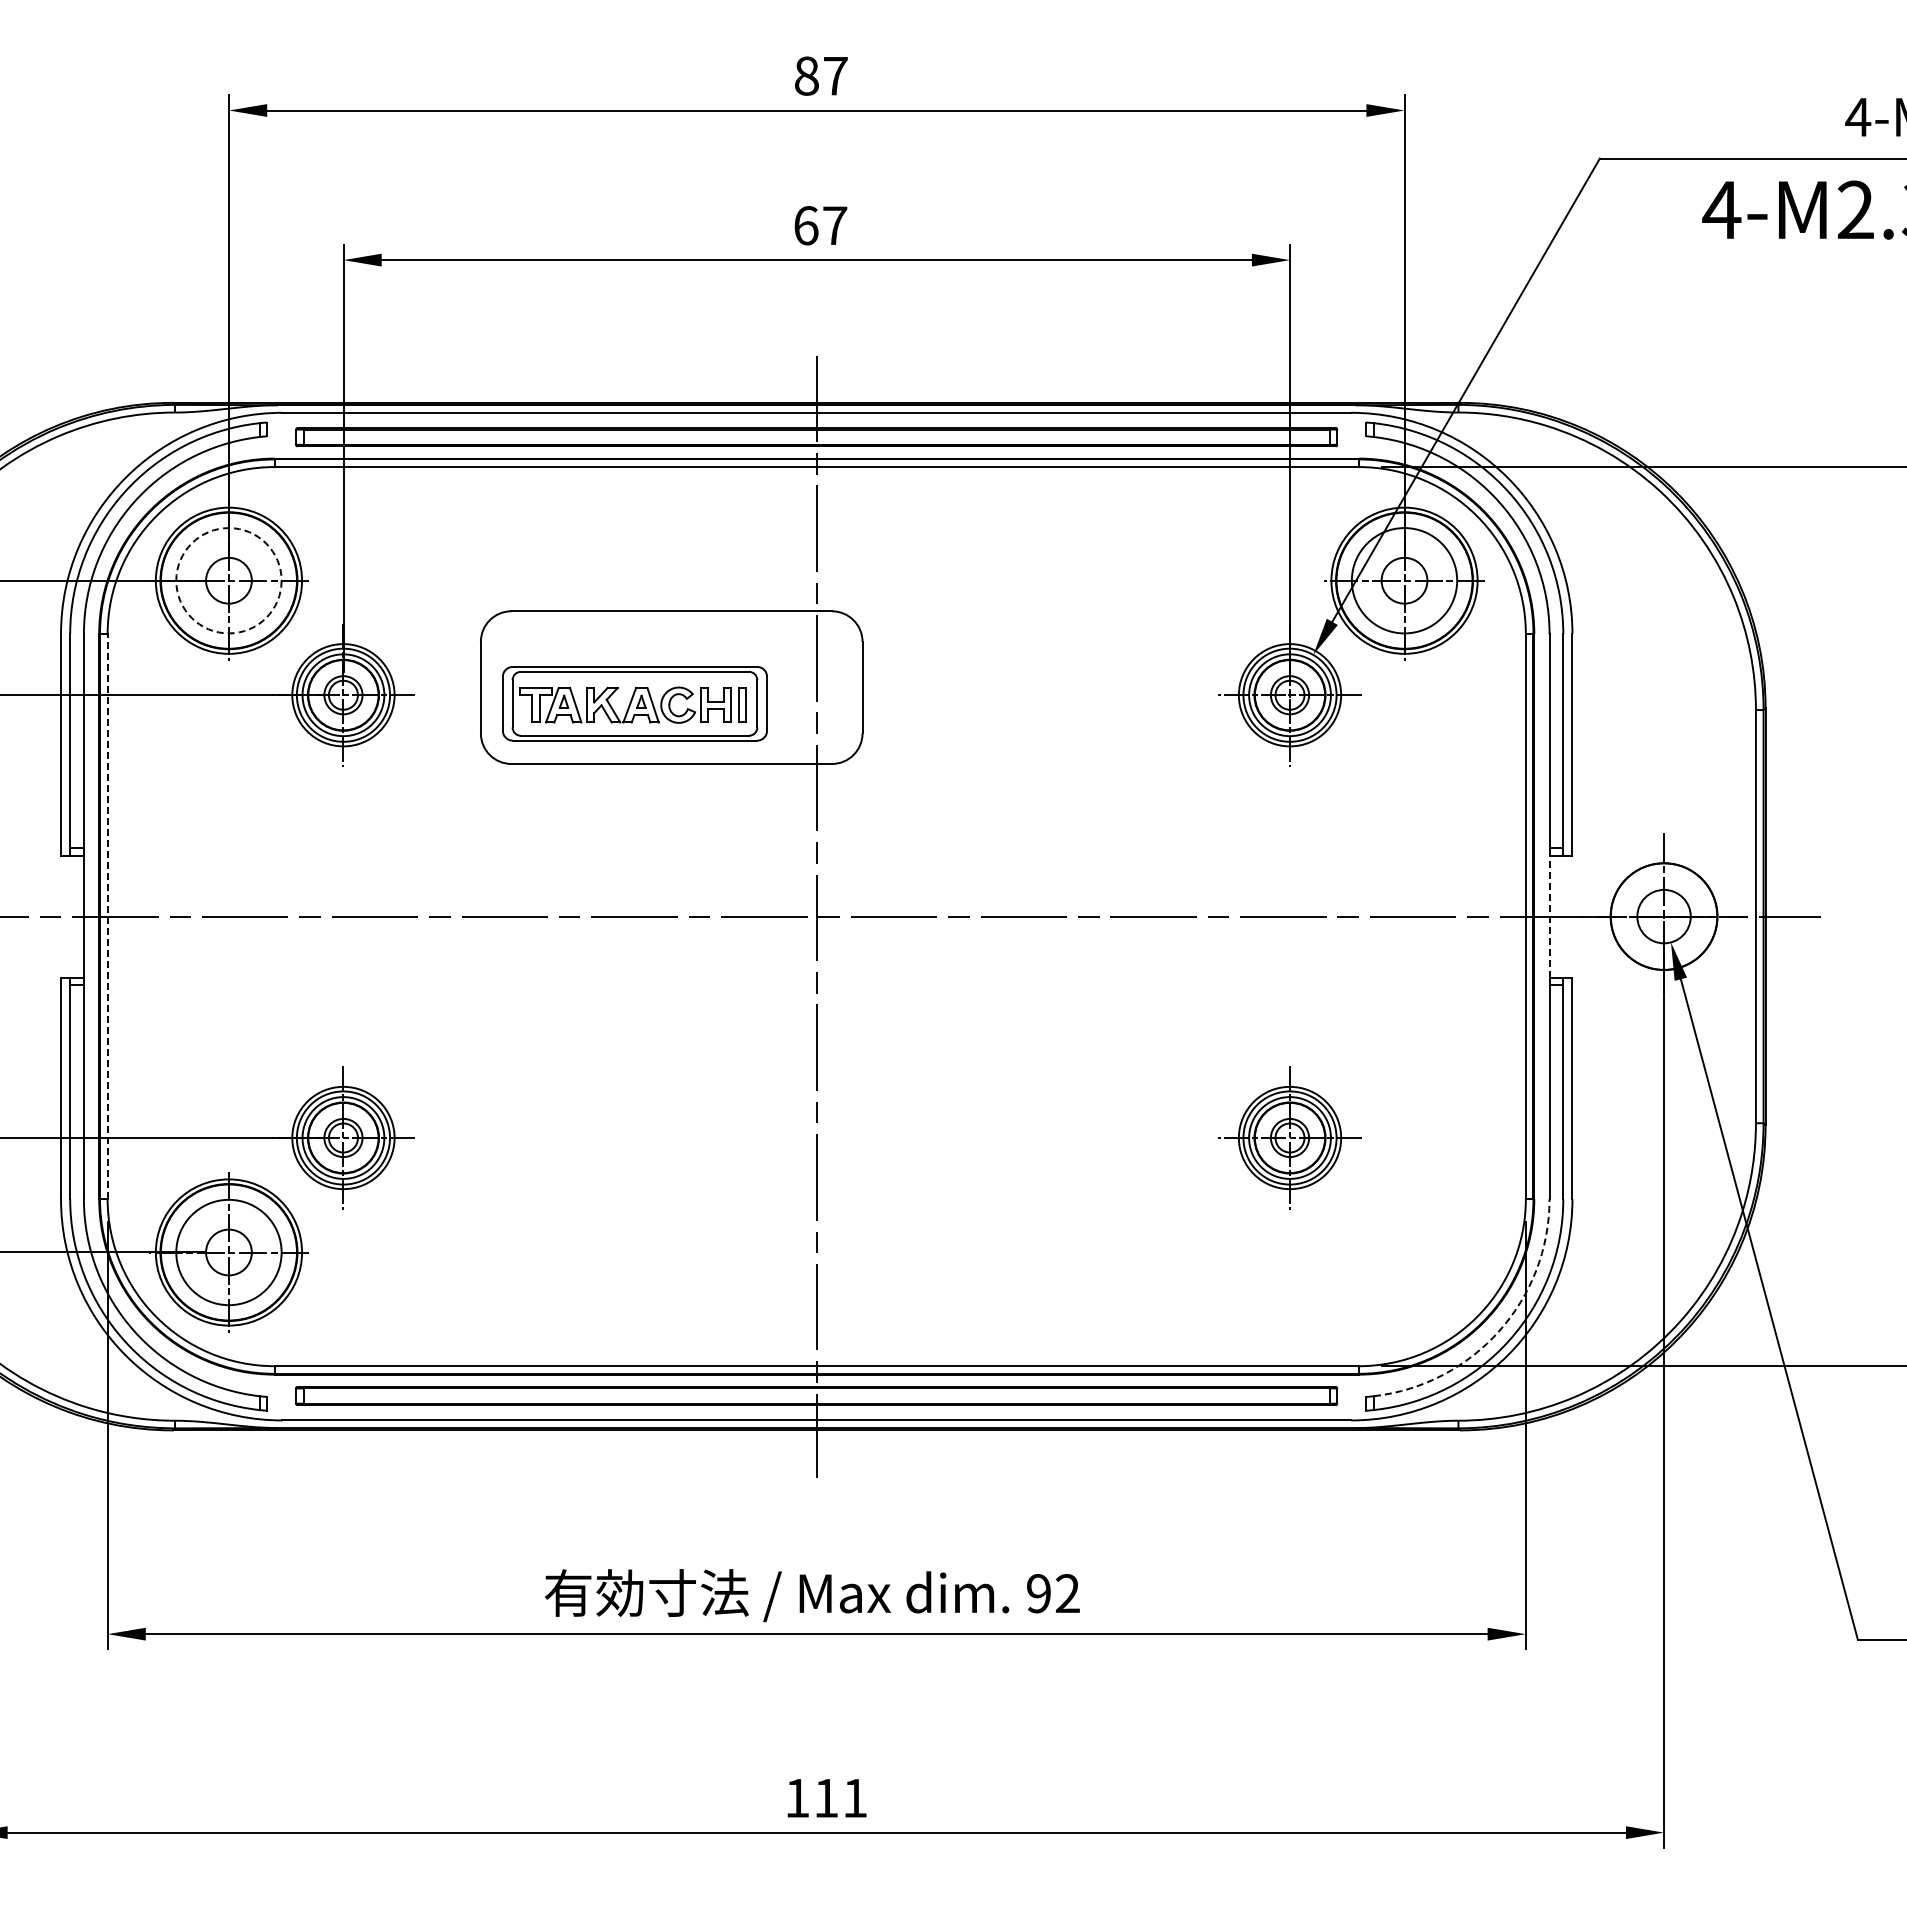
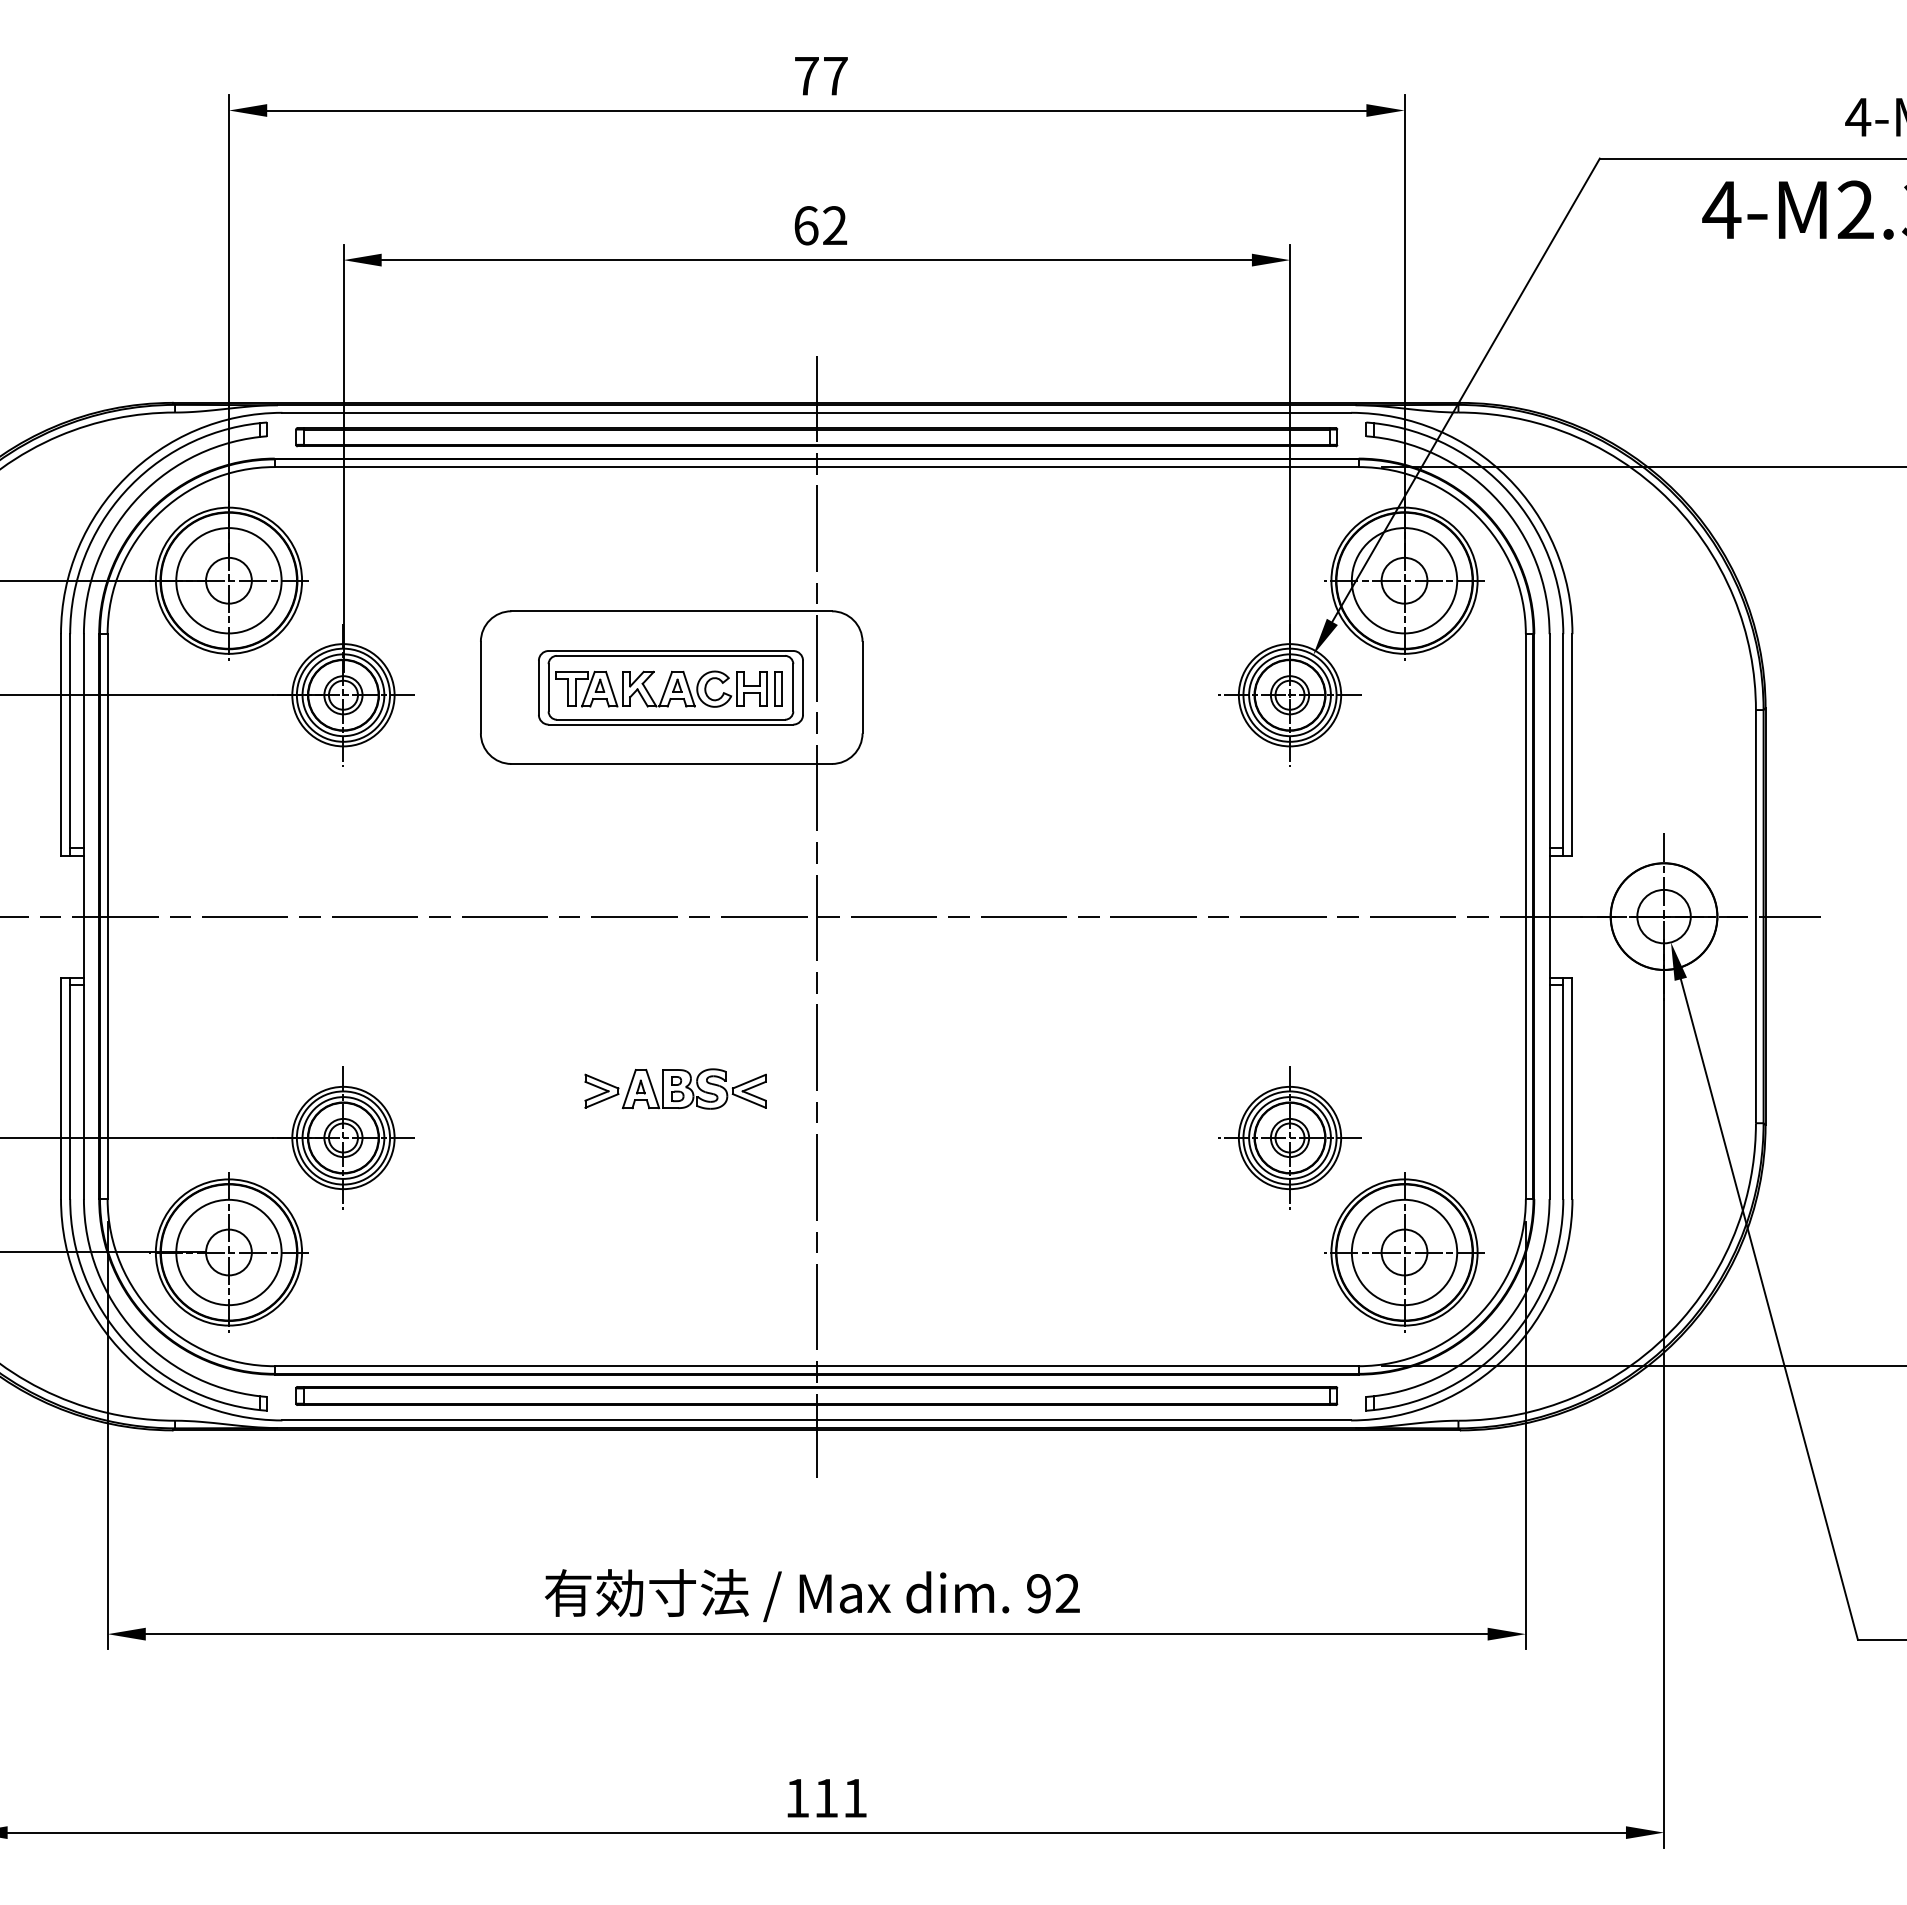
text at (806, 75): 87 -> 77
text at (835, 225): 67 -> 62
circle at (228, 580): dashed -> solid
part at (634, 703) position: (634, 703) -> (670, 687)
line at (107, 916): dashed -> solid
line at (1549, 916): dashed -> solid
part at (675, 1088): none -> present
part at (1404, 1252): none -> present
arc at (1499, 1331): dashed -> solid
